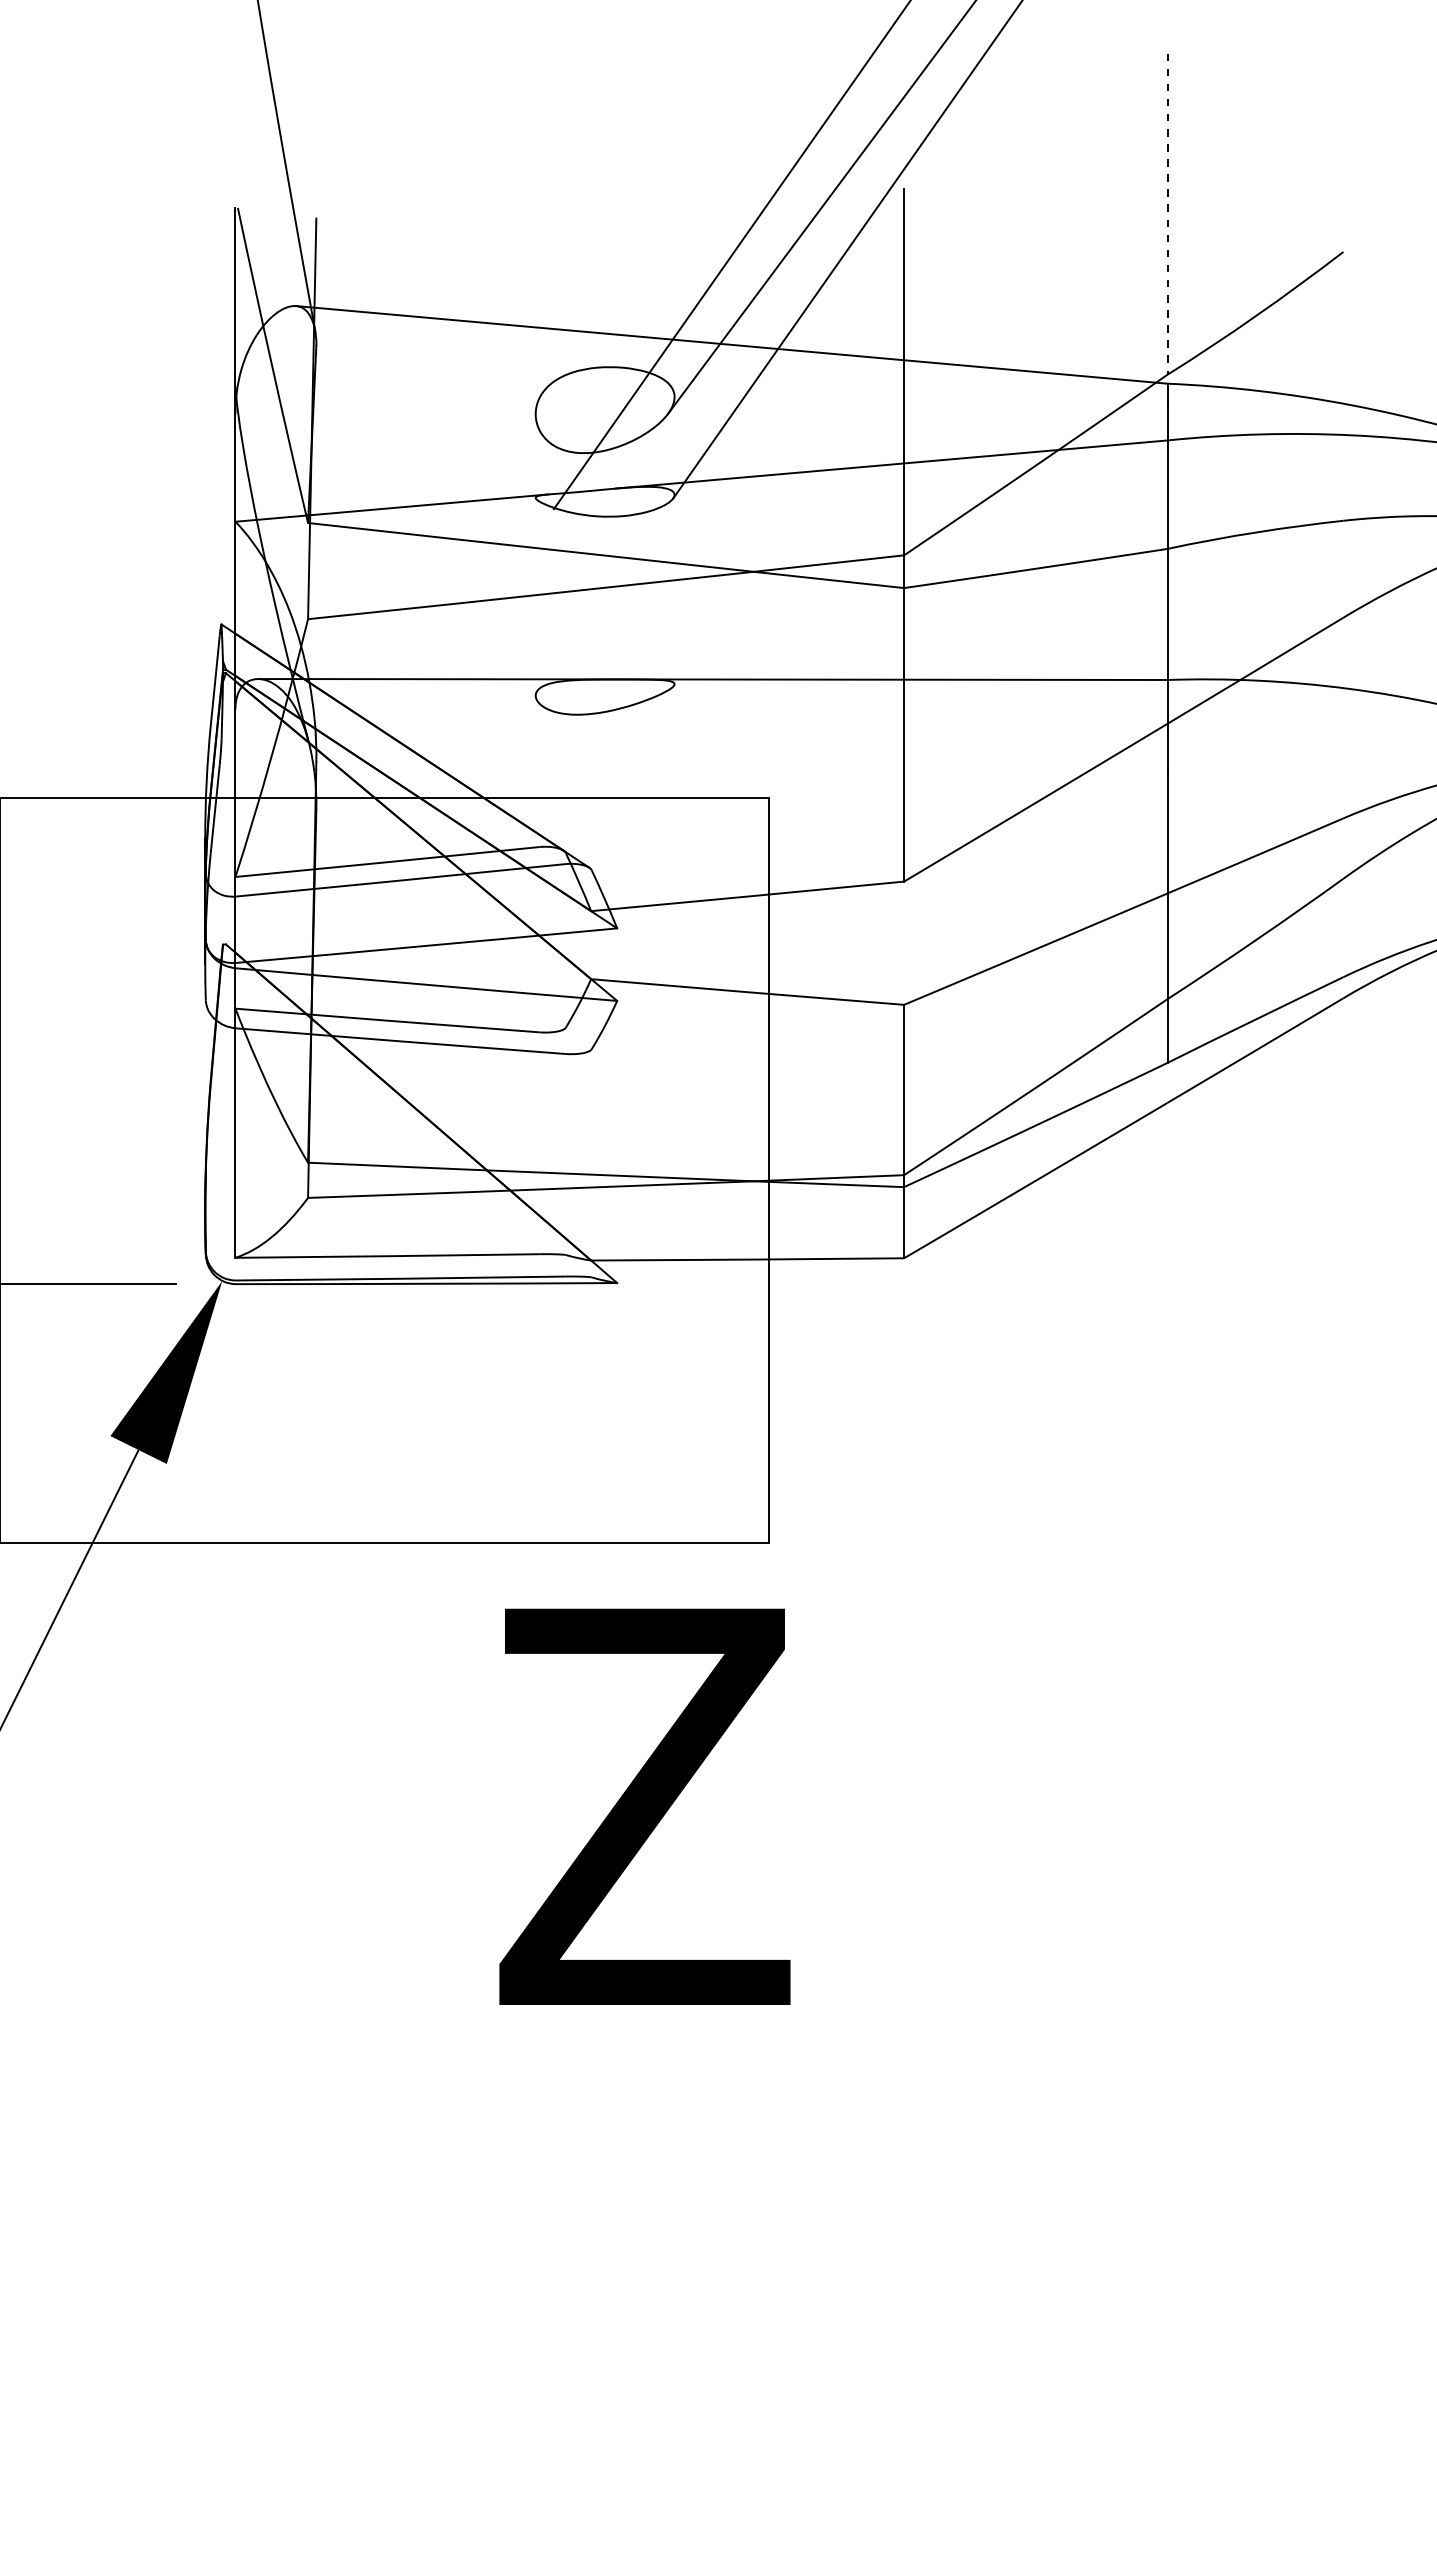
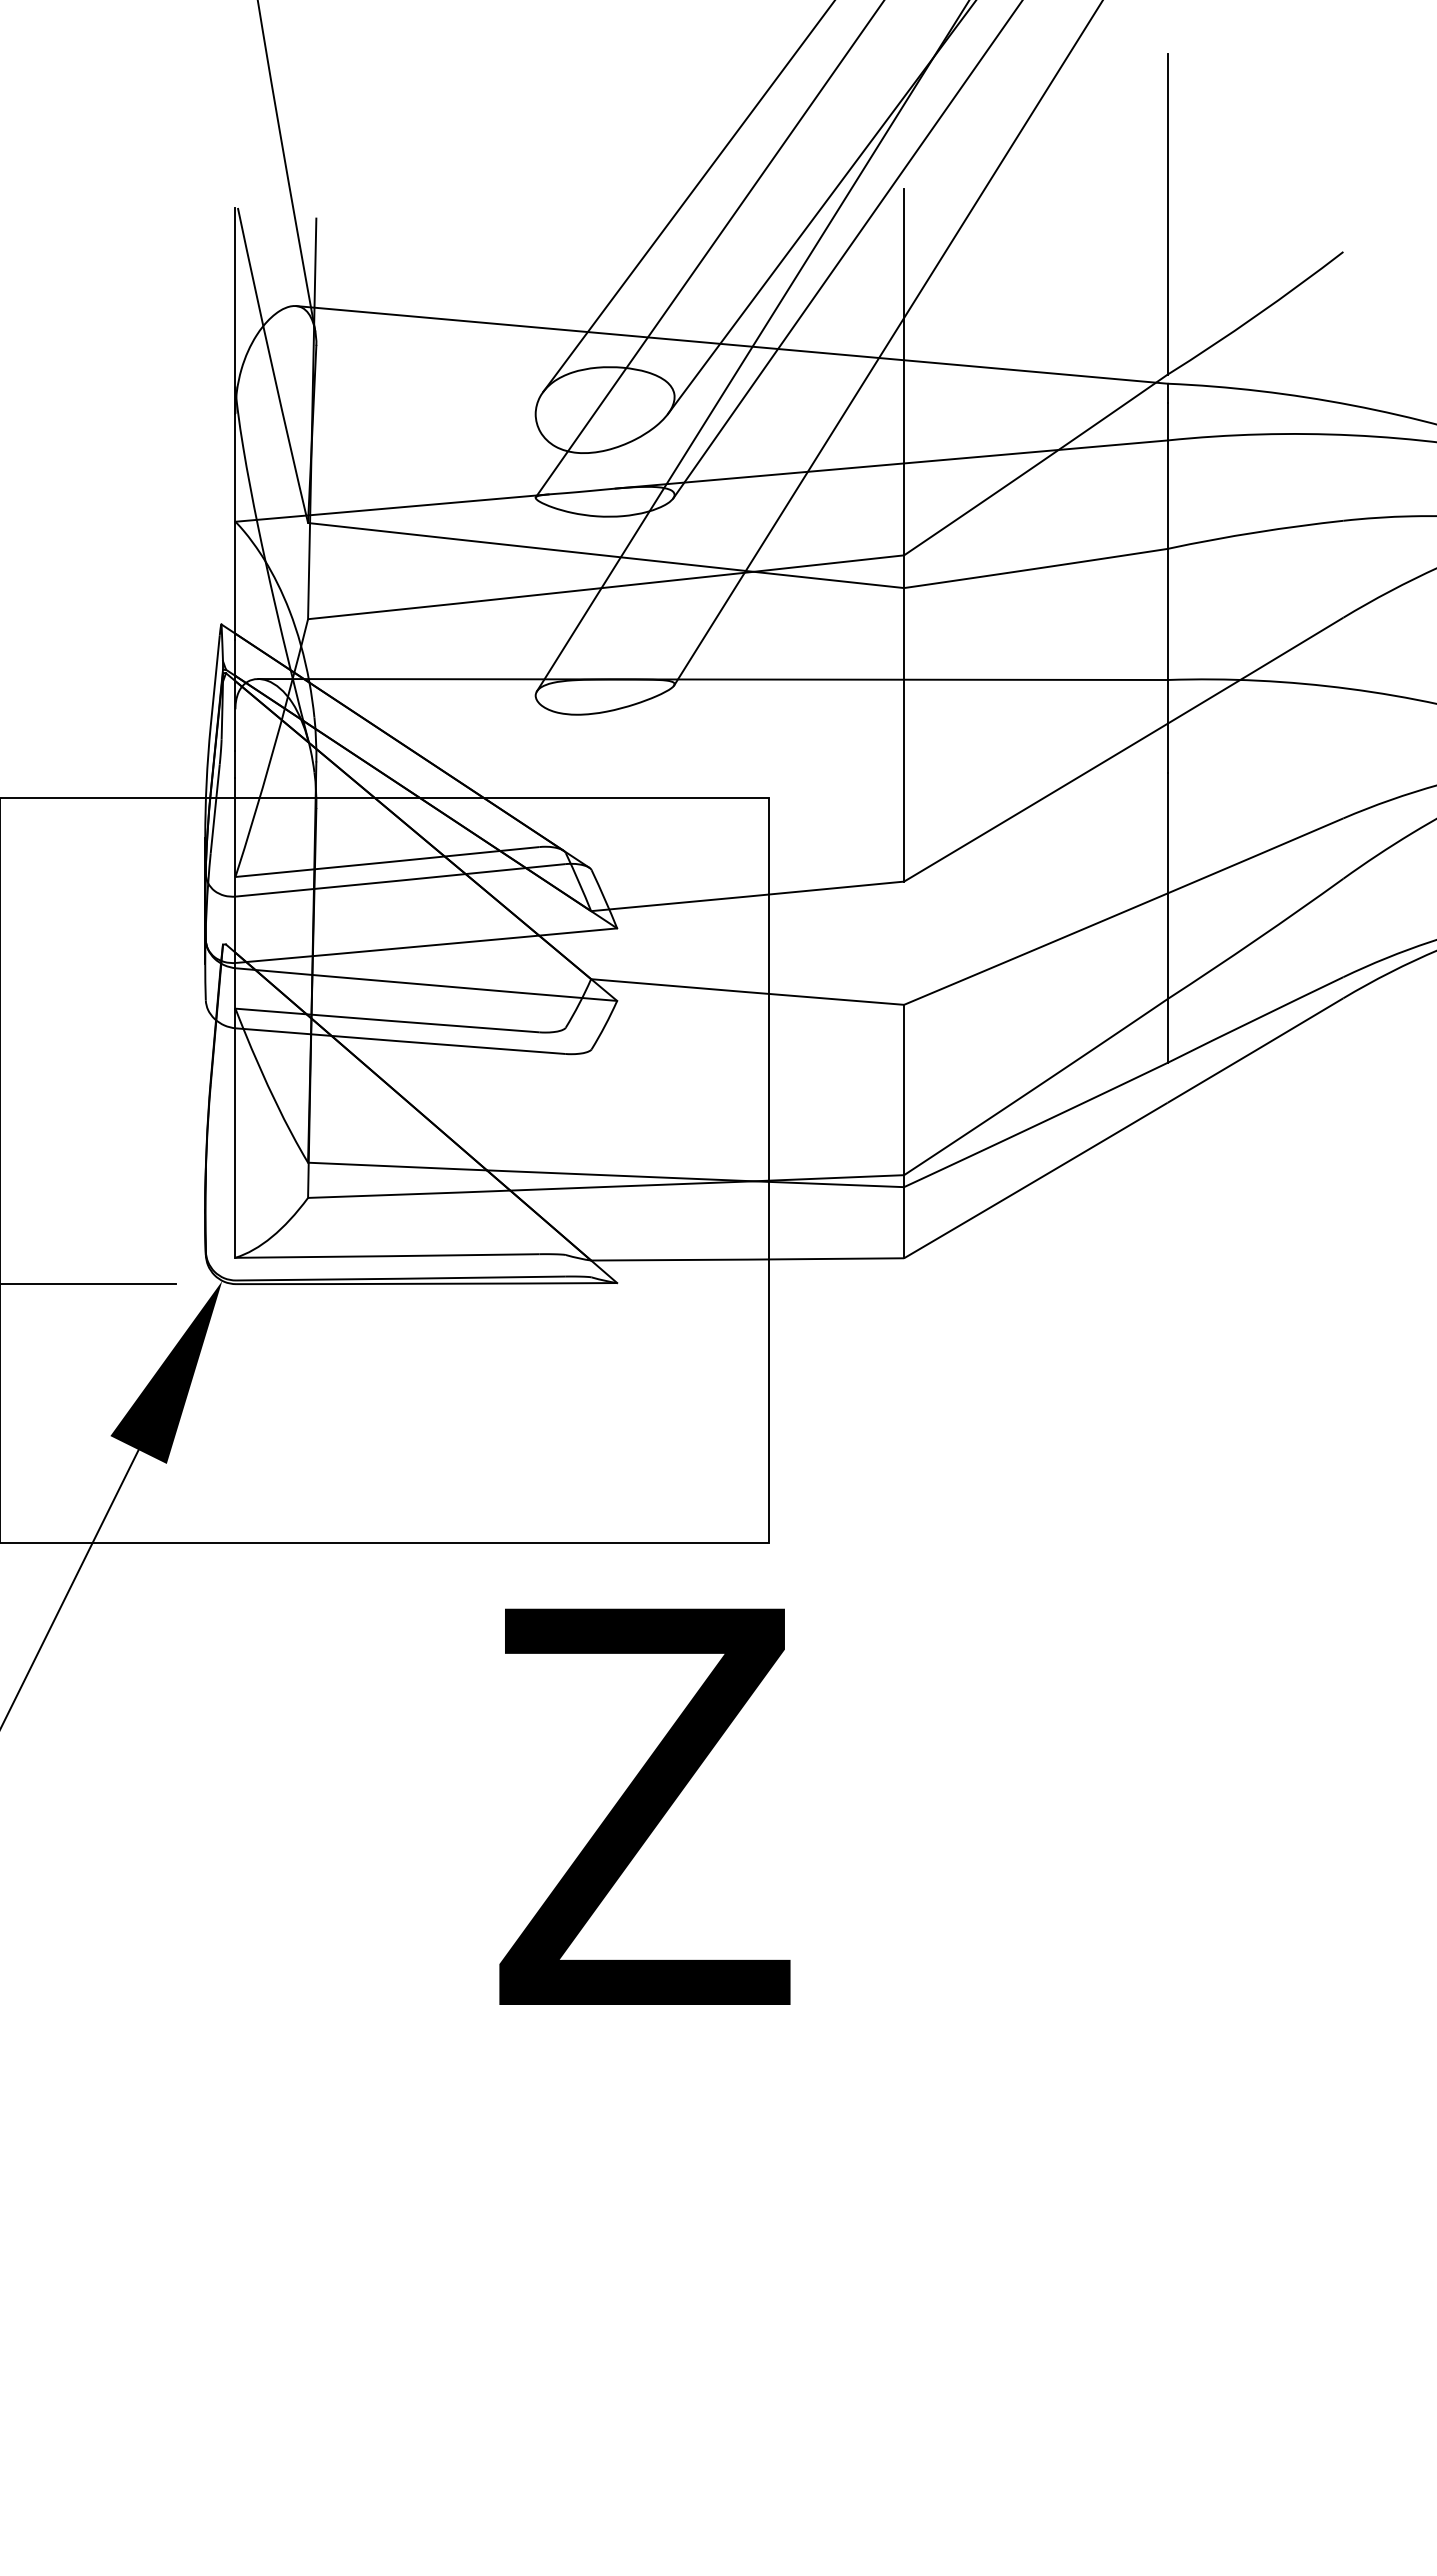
line at (688, 196): none -> present
line at (1167, 214): dashed -> solid
line at (731, 255) position: (731, 255) -> (708, 249)
line at (887, 343): none -> present
line at (751, 346): none -> present
